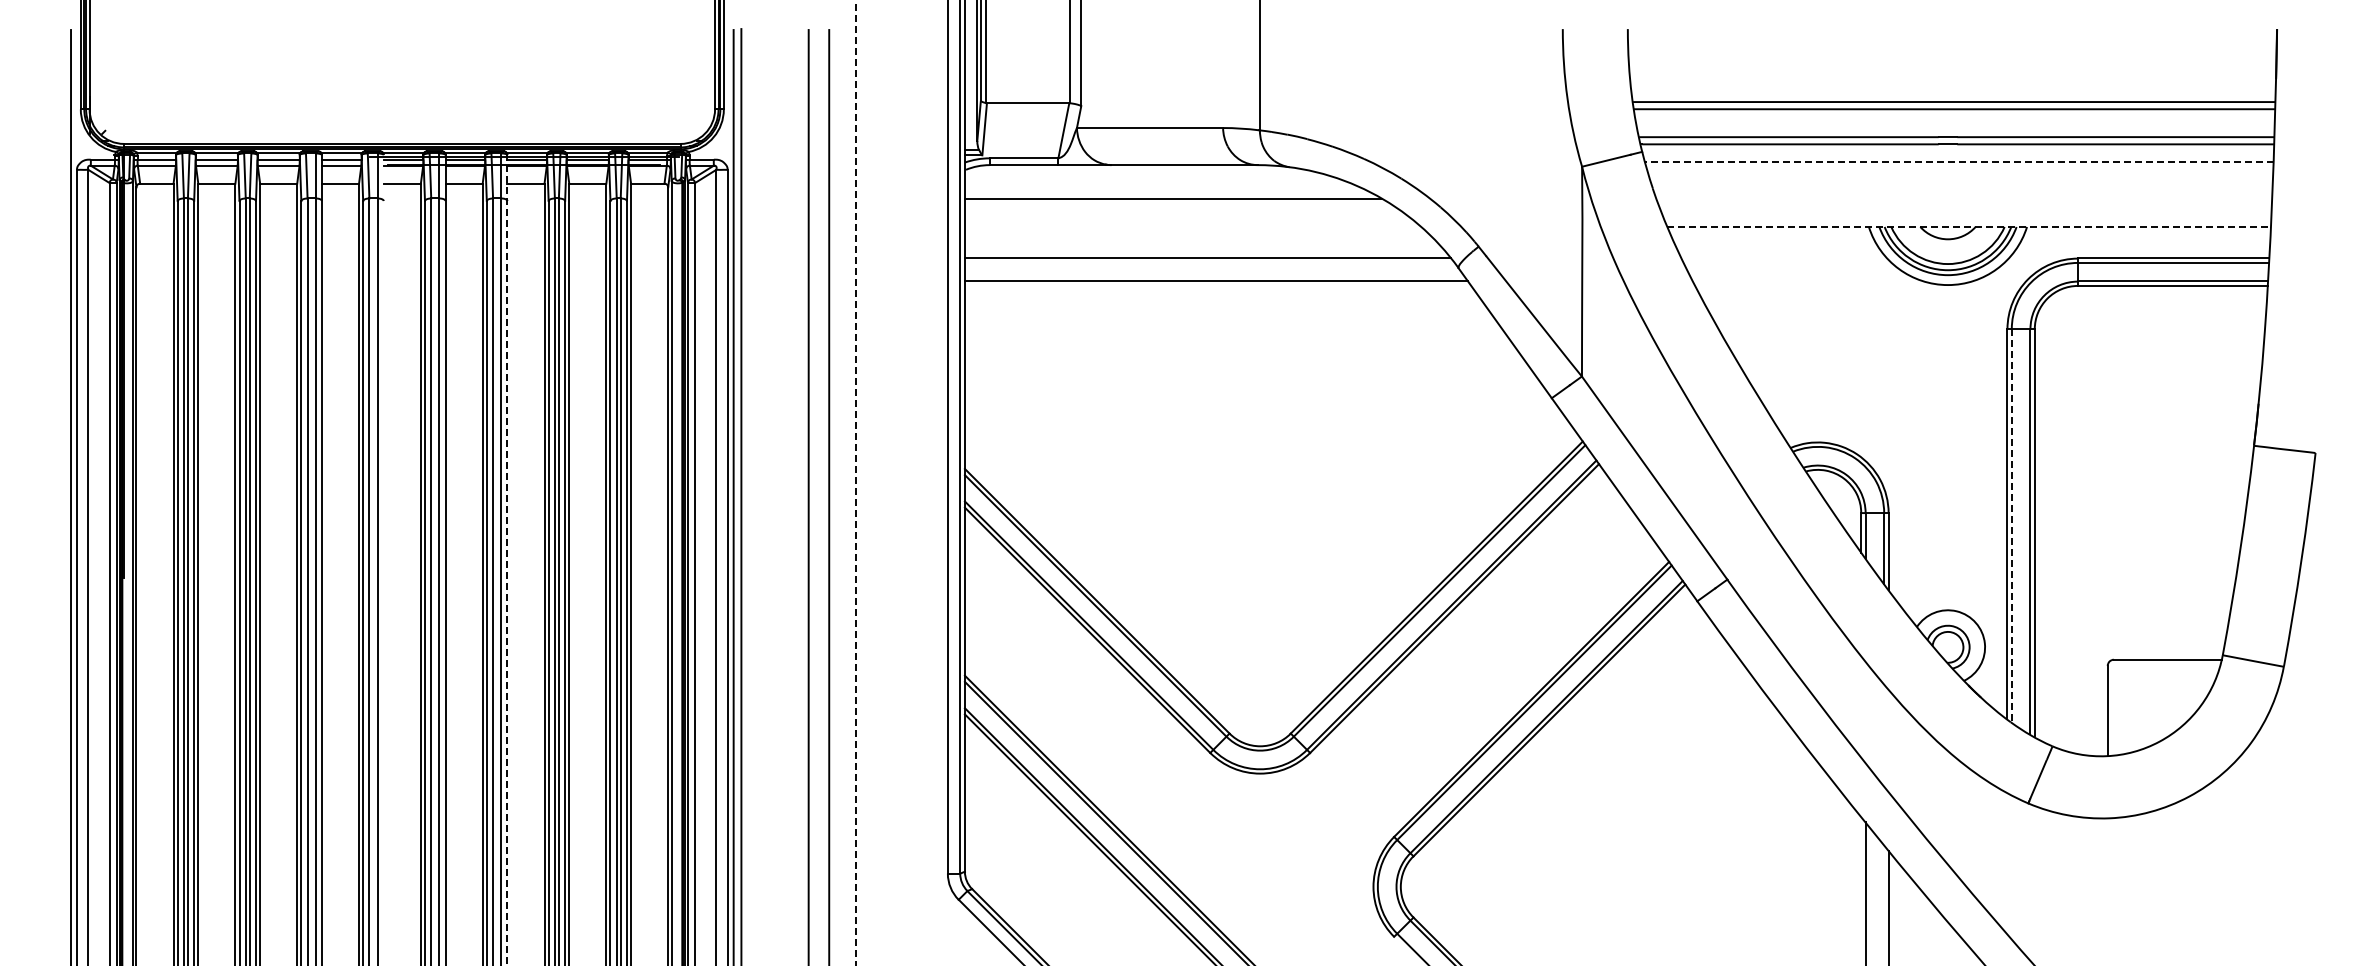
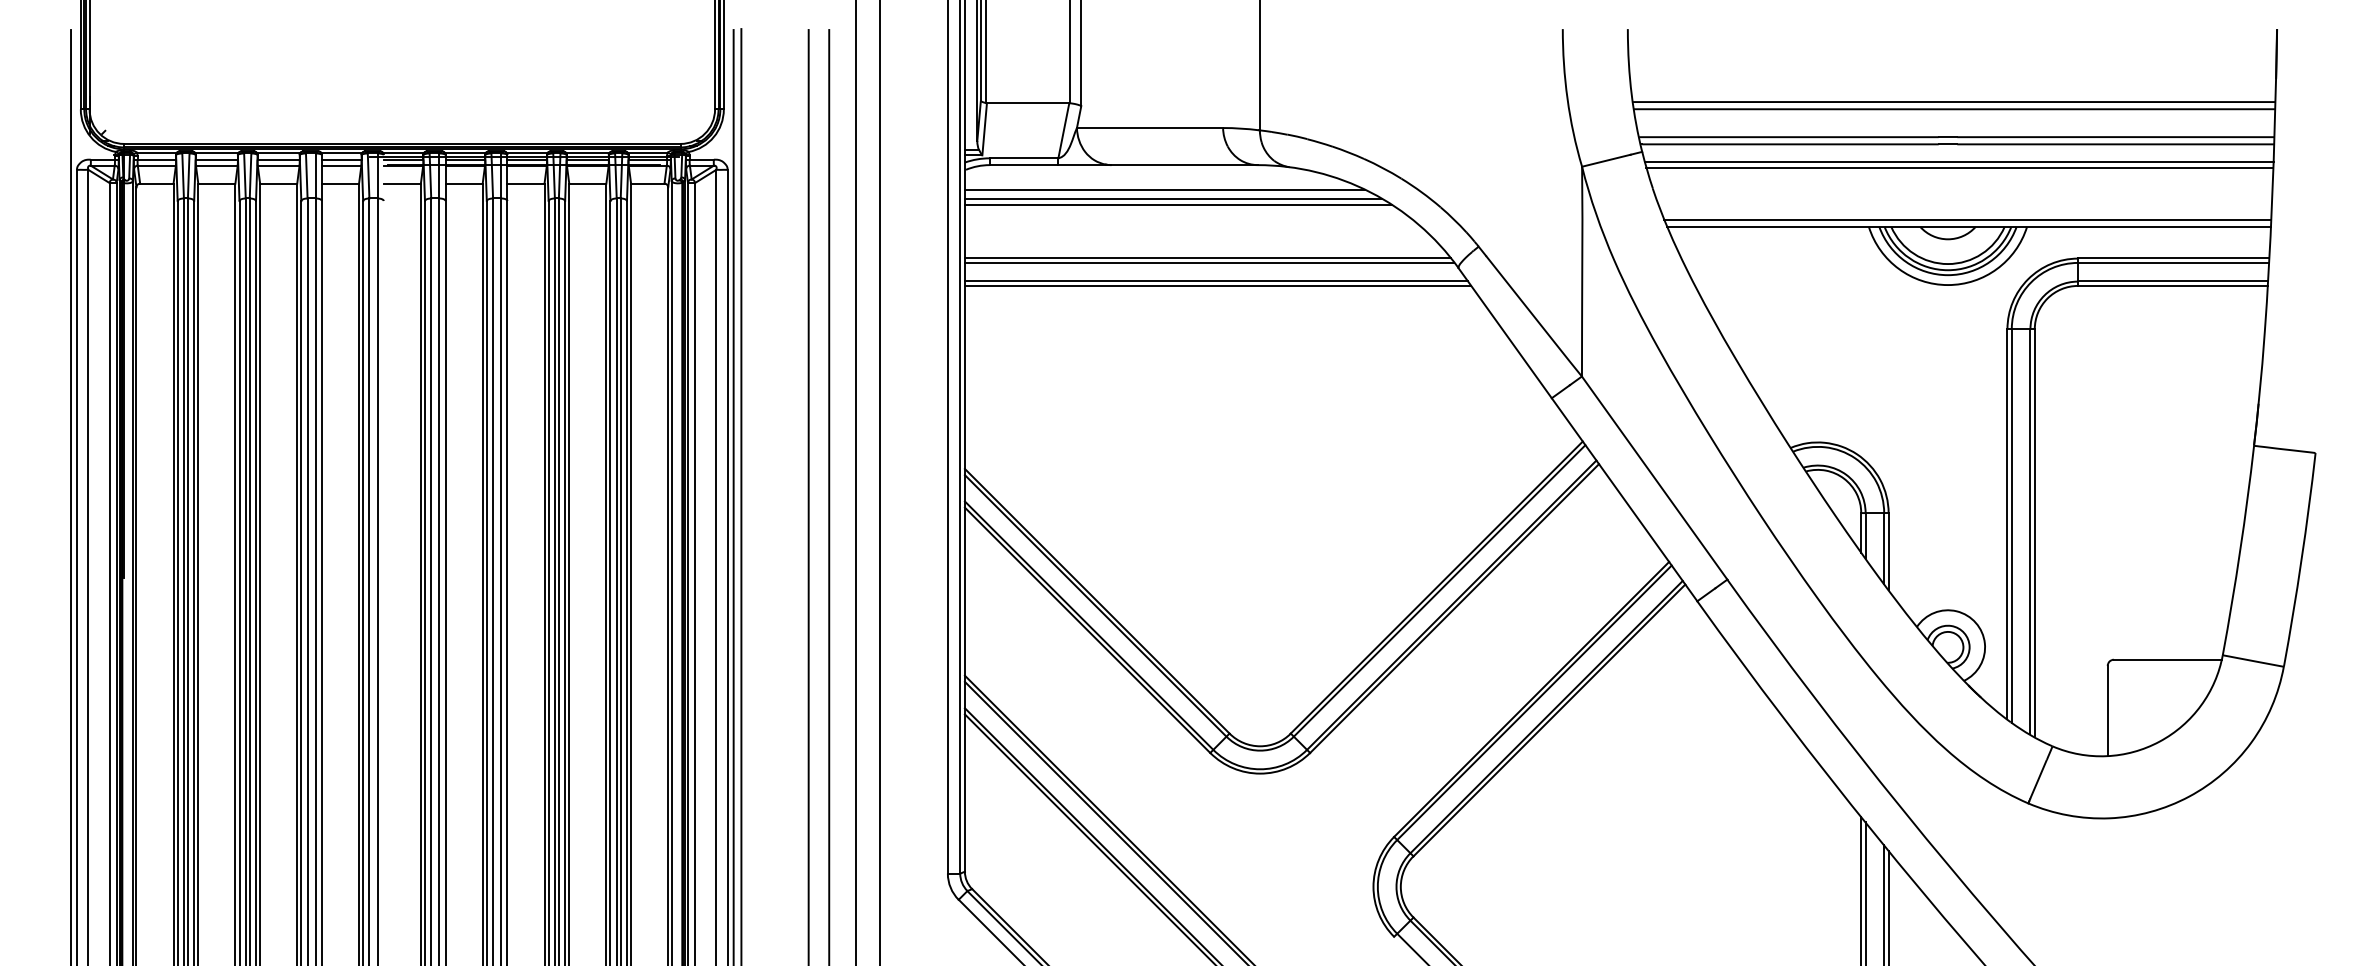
line at (1958, 162): dashed -> solid
line at (1959, 167): none -> present
line at (1164, 189): none -> present
line at (1178, 205): none -> present
line at (1967, 220): none -> present
line at (1969, 226): dashed -> solid
line at (1209, 262): none -> present
line at (1217, 285): none -> present
line at (855, 482): dashed -> solid
line at (880, 482): none -> present
line at (2011, 526): dashed -> solid
line at (507, 560): dashed -> solid
line at (1861, 889): none -> present
line at (1884, 903): none -> present
